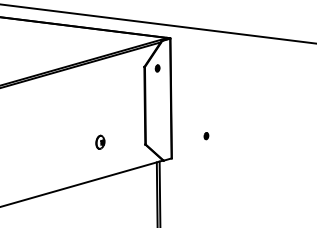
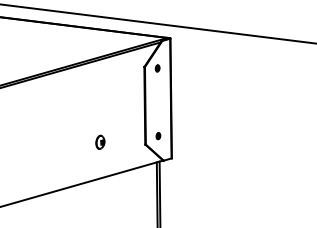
part at (206, 136) position: (206, 136) -> (158, 136)
